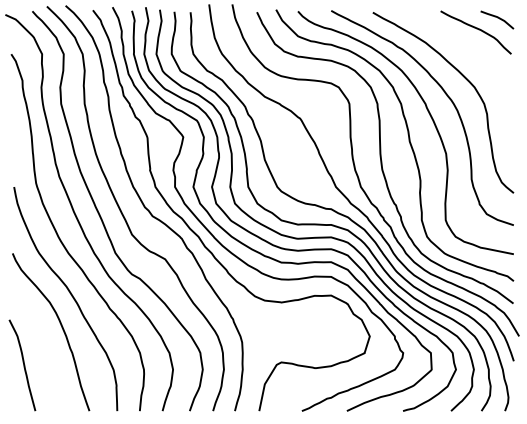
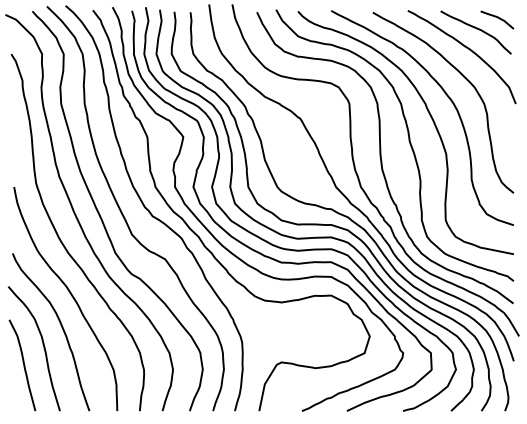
curve at (466, 48): none -> present
curve at (42, 344): none -> present
